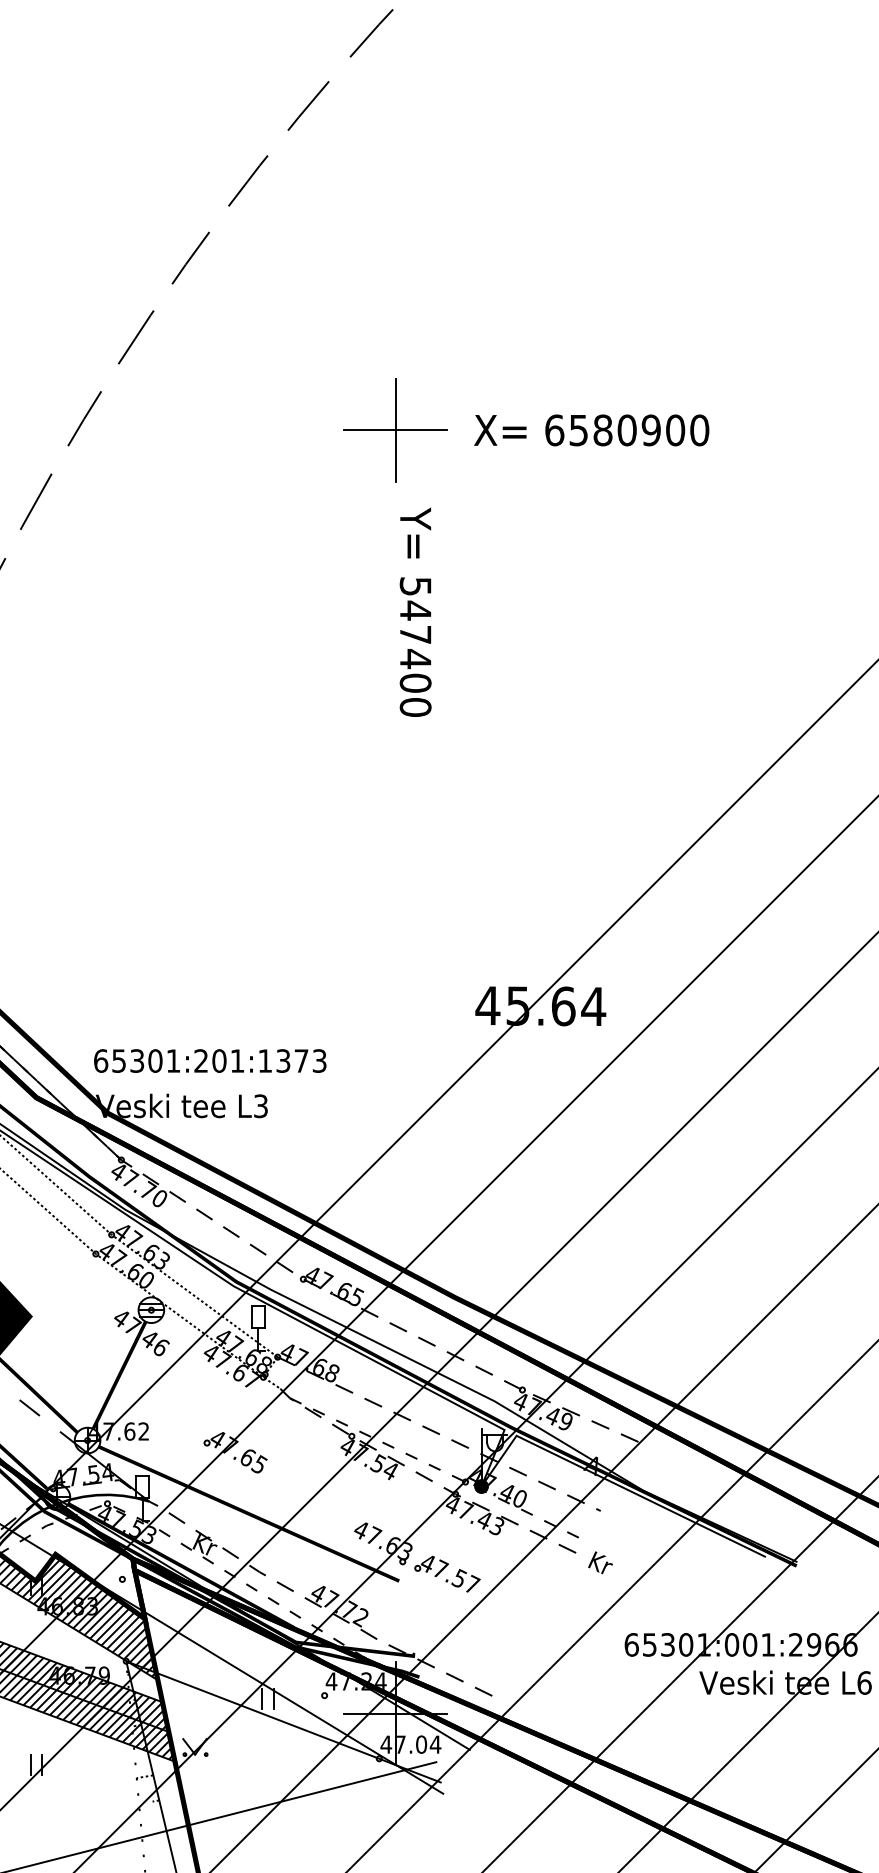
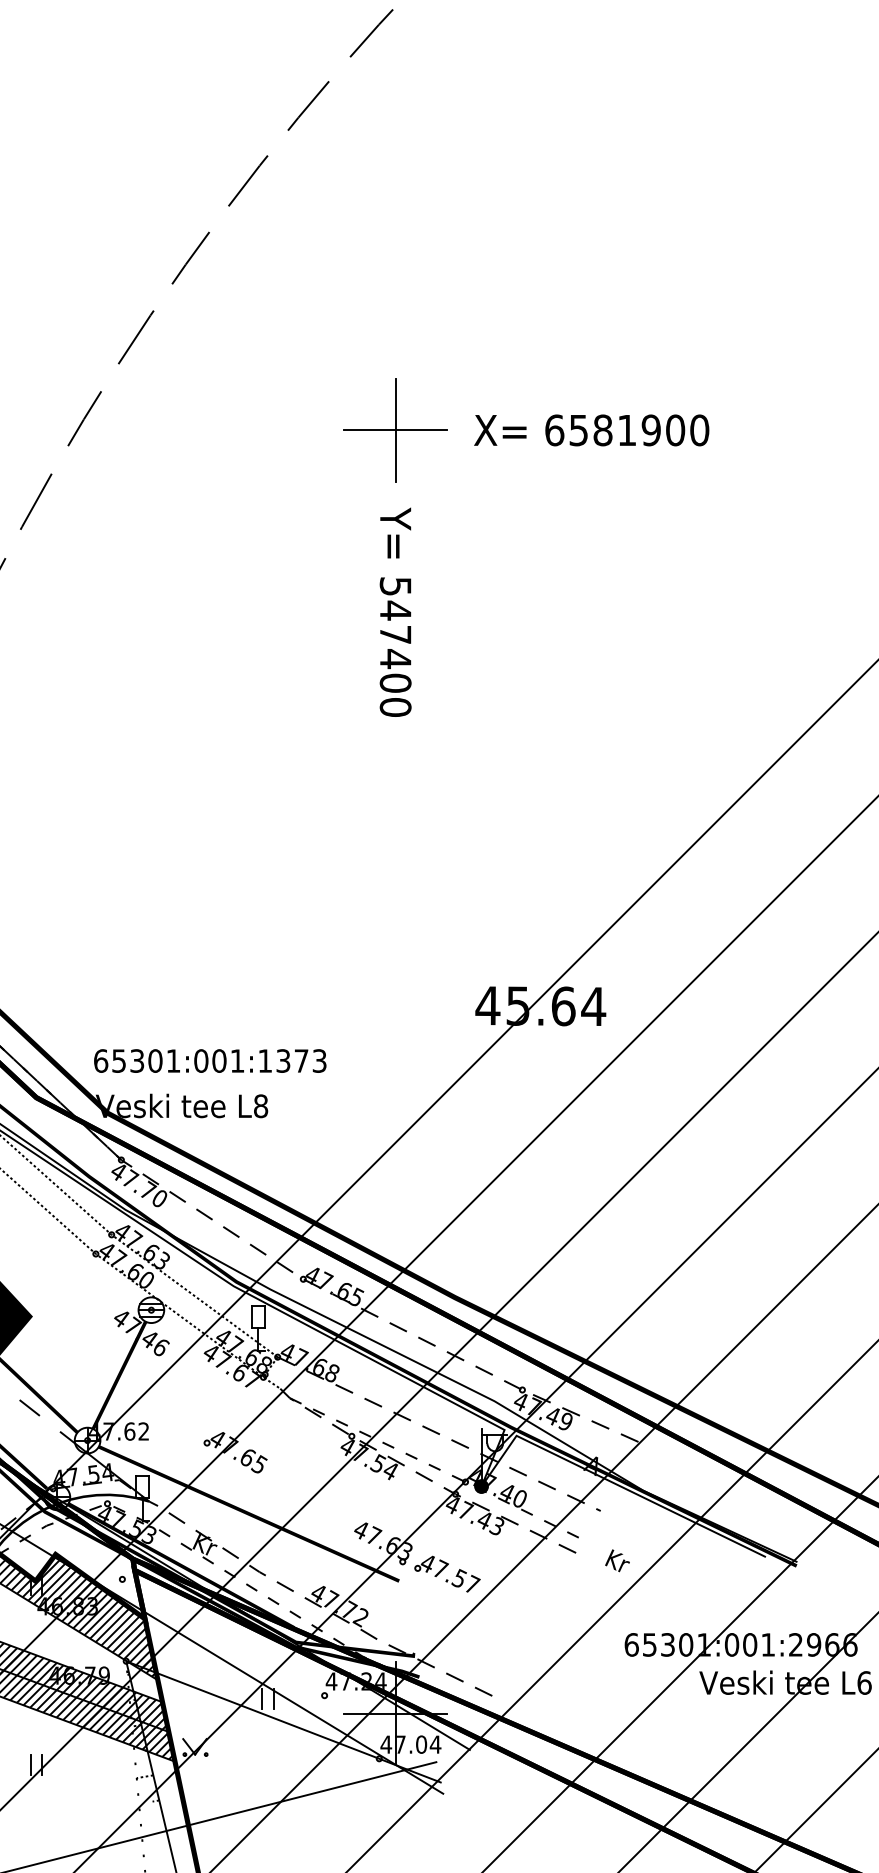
text at (626, 430): 6580900 -> 6581900
text at (415, 611) position: (415, 611) -> (395, 611)
text at (201, 1060): 65301:201:1373 -> 65301:001:1373
text at (261, 1106): L3 -> L8
text at (600, 1562) position: (600, 1562) -> (617, 1560)
